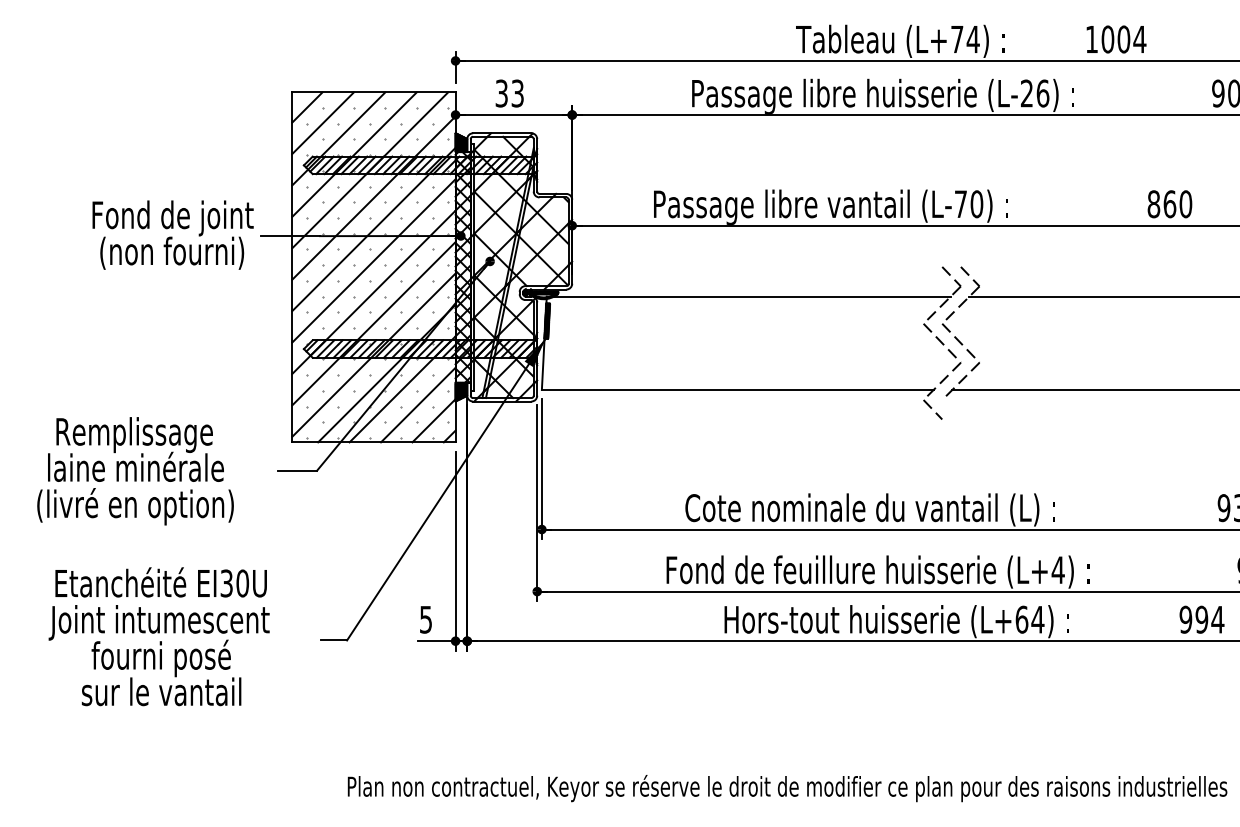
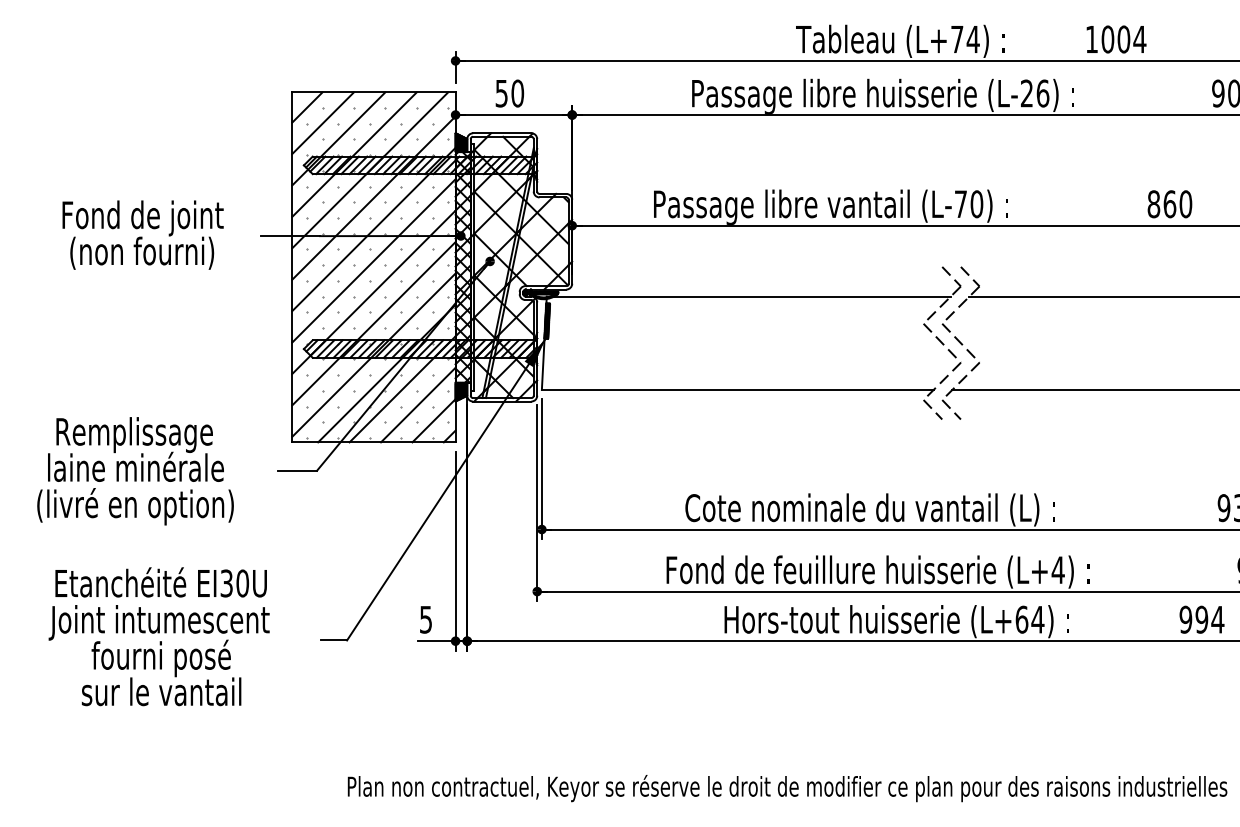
text at (510, 93): 33 -> 50
text at (172, 234) position: (172, 234) -> (142, 234)
line at (951, 409): none -> present
